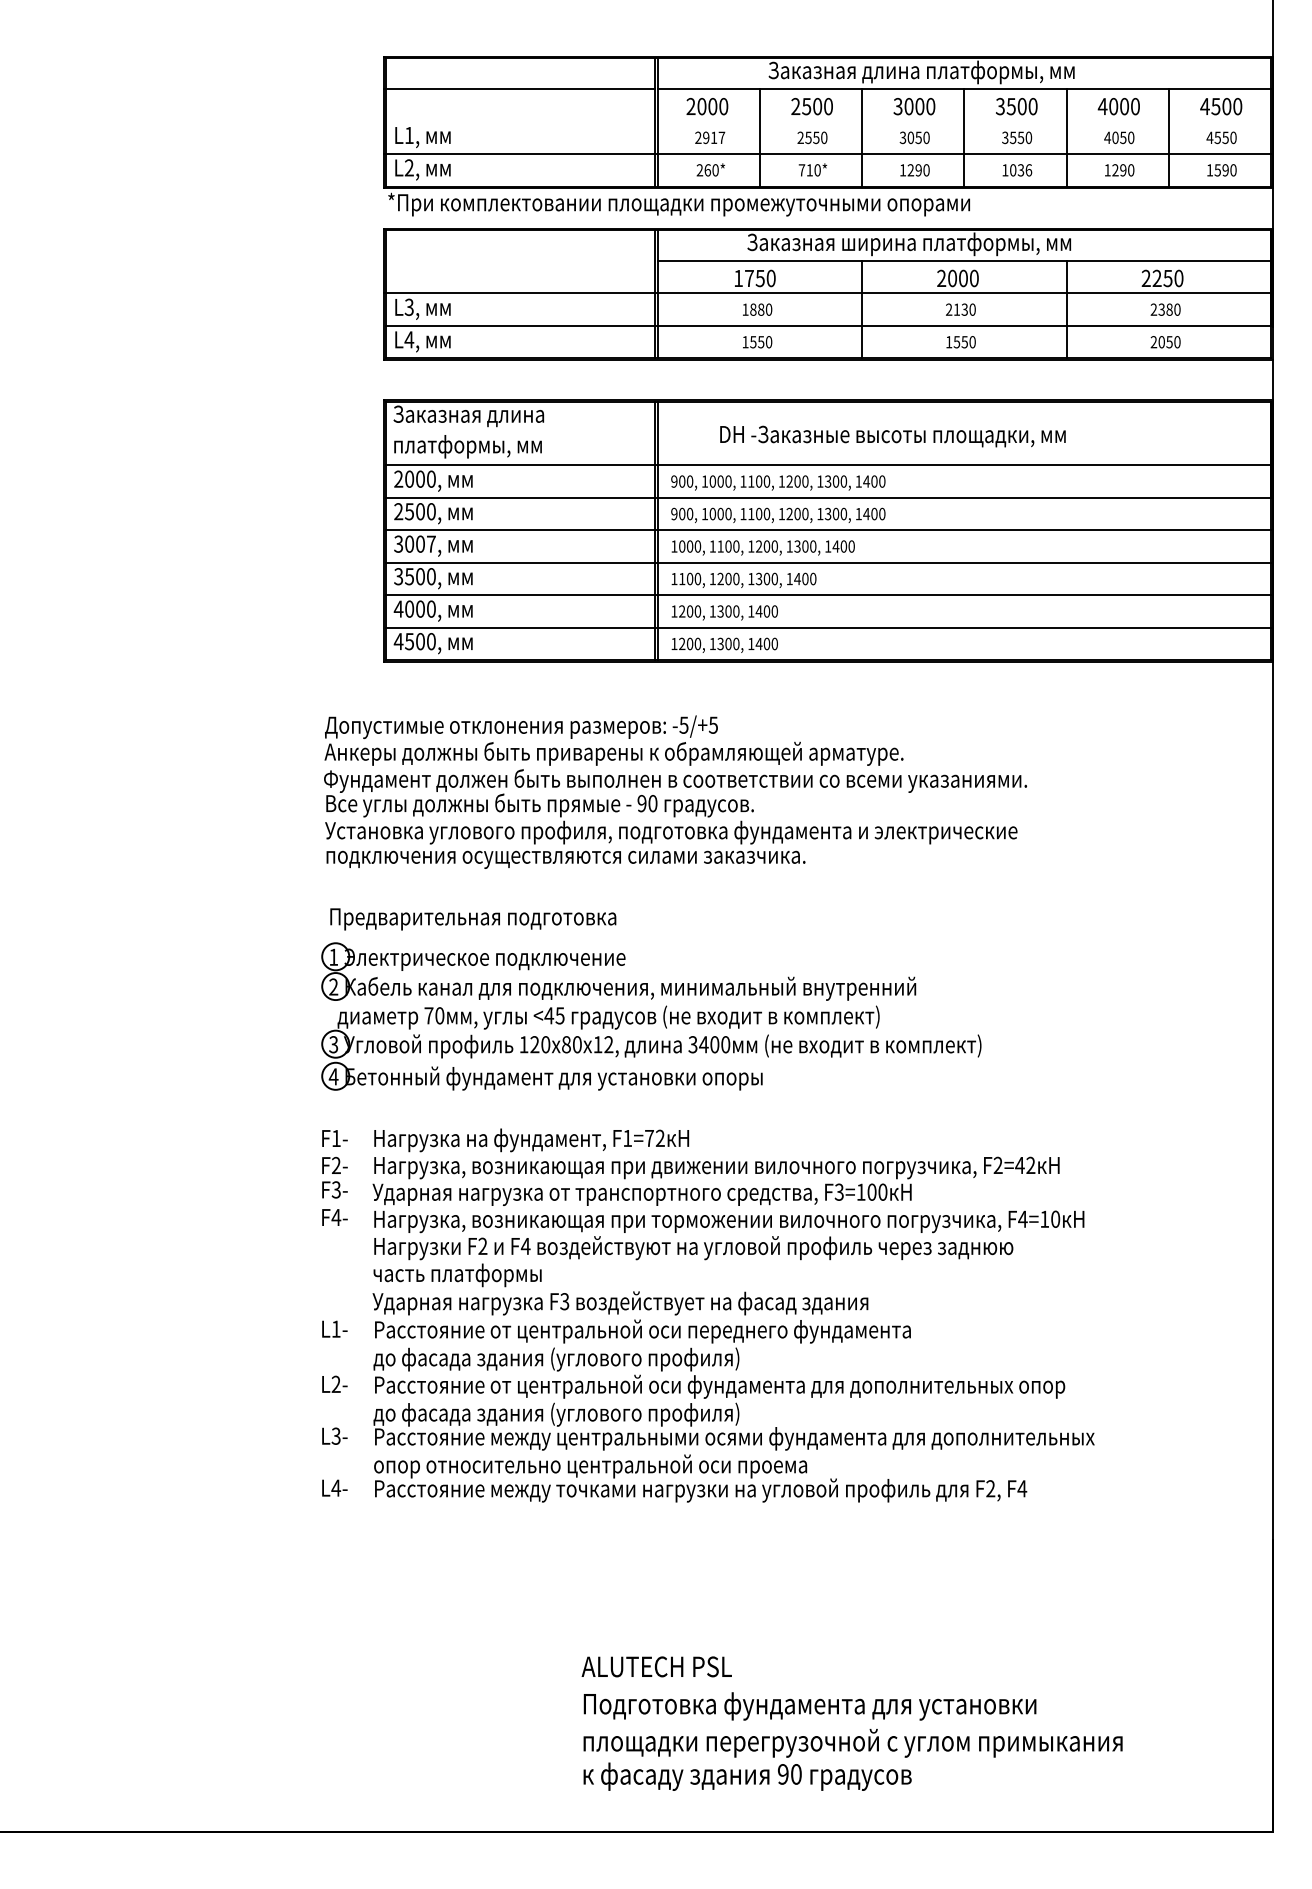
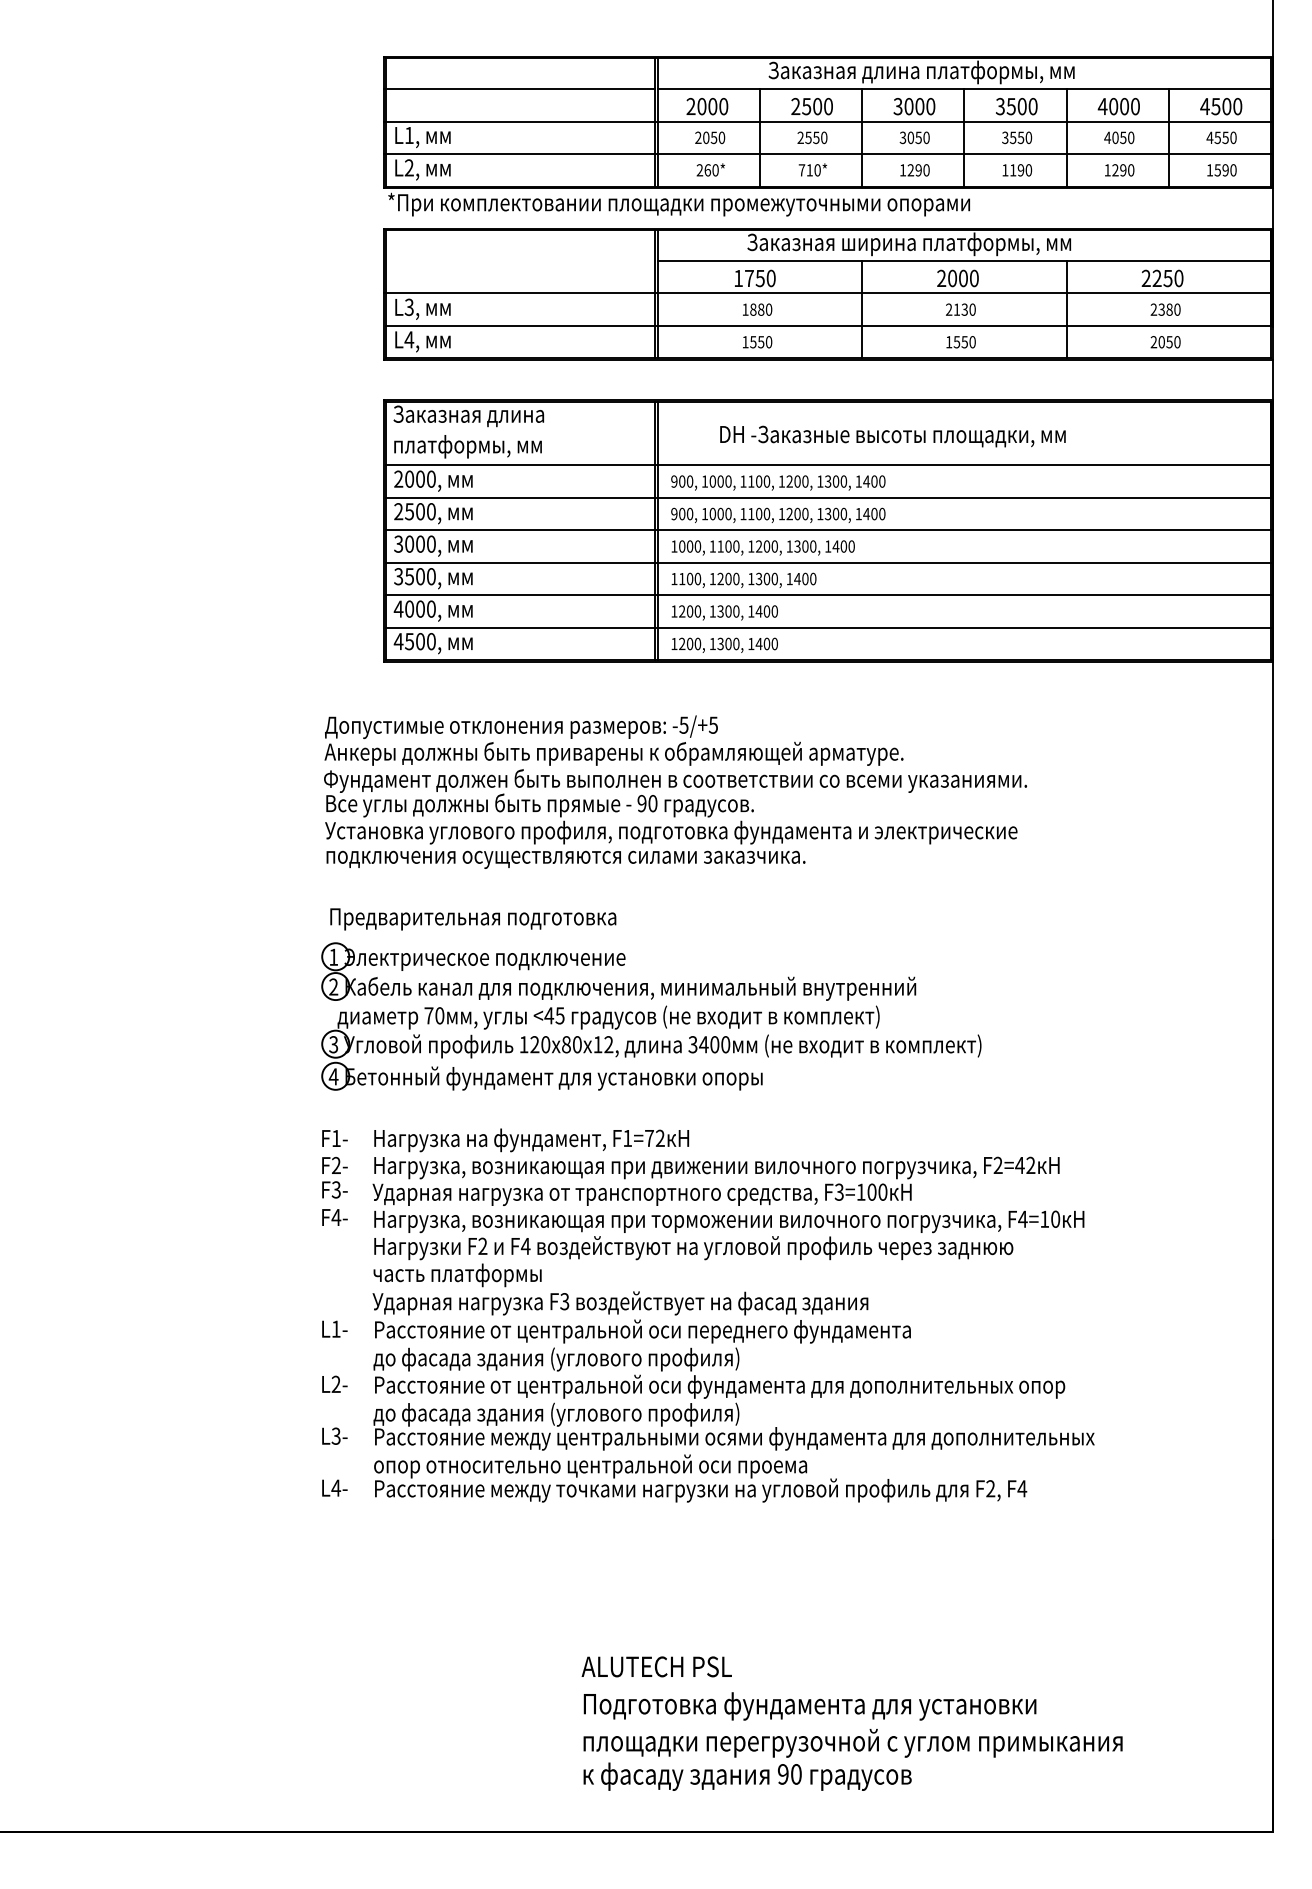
line at (827, 121): none -> present
text at (714, 137): 2917 -> 2050
text at (1021, 170): 1036 -> 1190
text at (431, 543): 3007, -> 3000,
